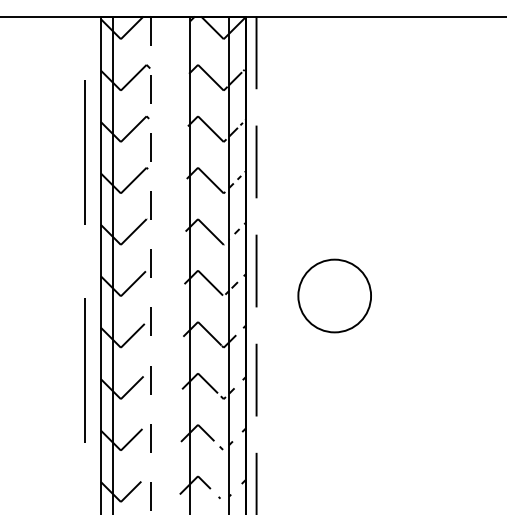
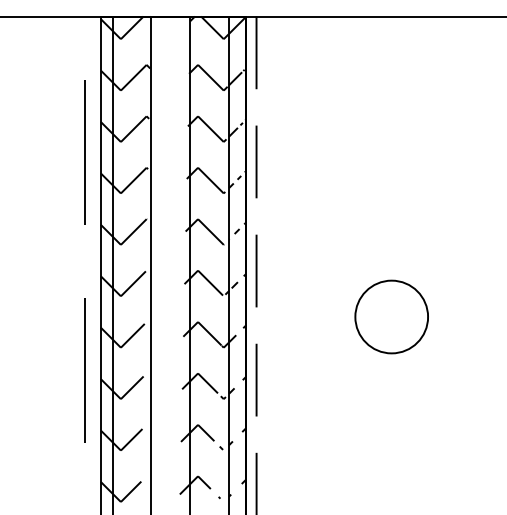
line at (151, 265): dashed -> solid
circle at (334, 295) position: (334, 295) -> (391, 316)
